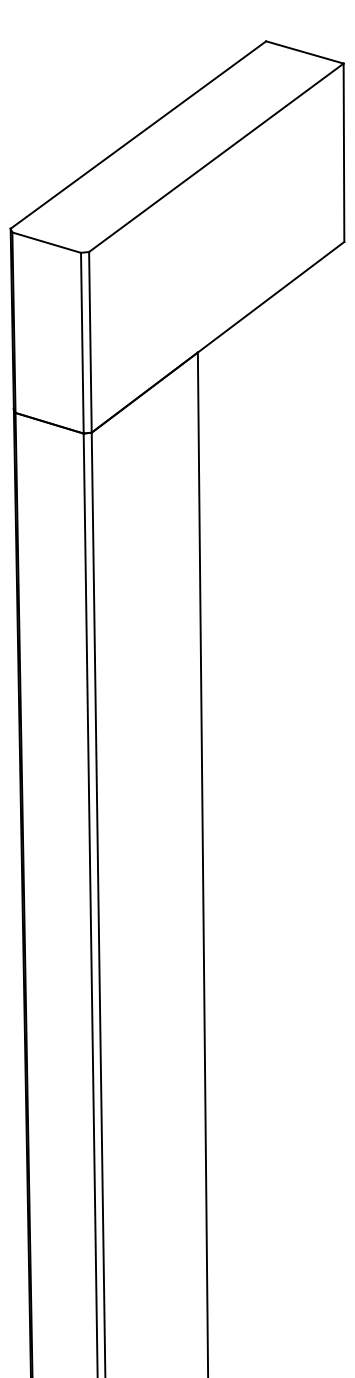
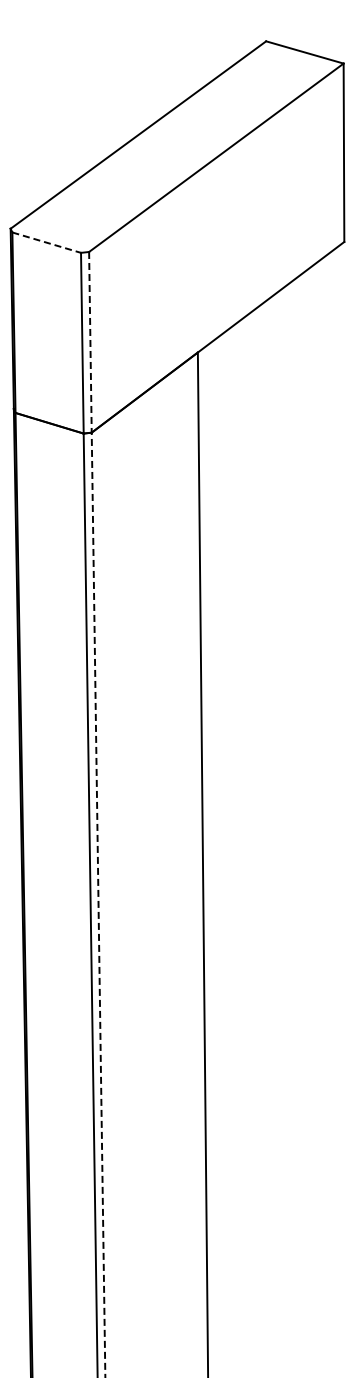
line at (46, 242): solid -> dashed
line at (97, 814): solid -> dashed
